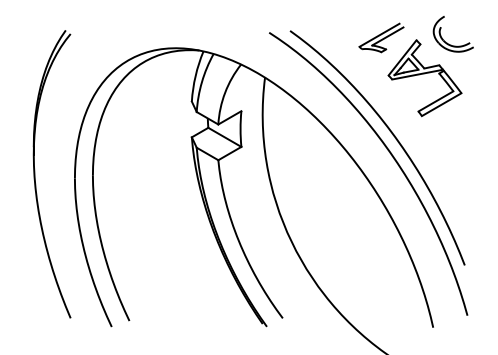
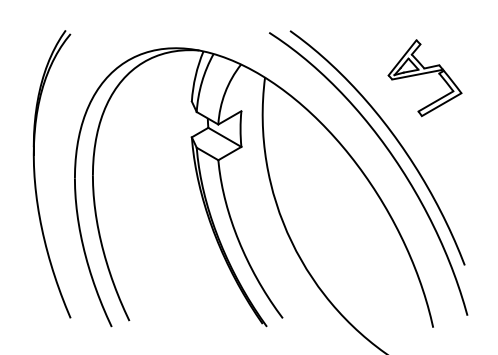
part at (381, 37): present -> none
part at (447, 42): present -> none
